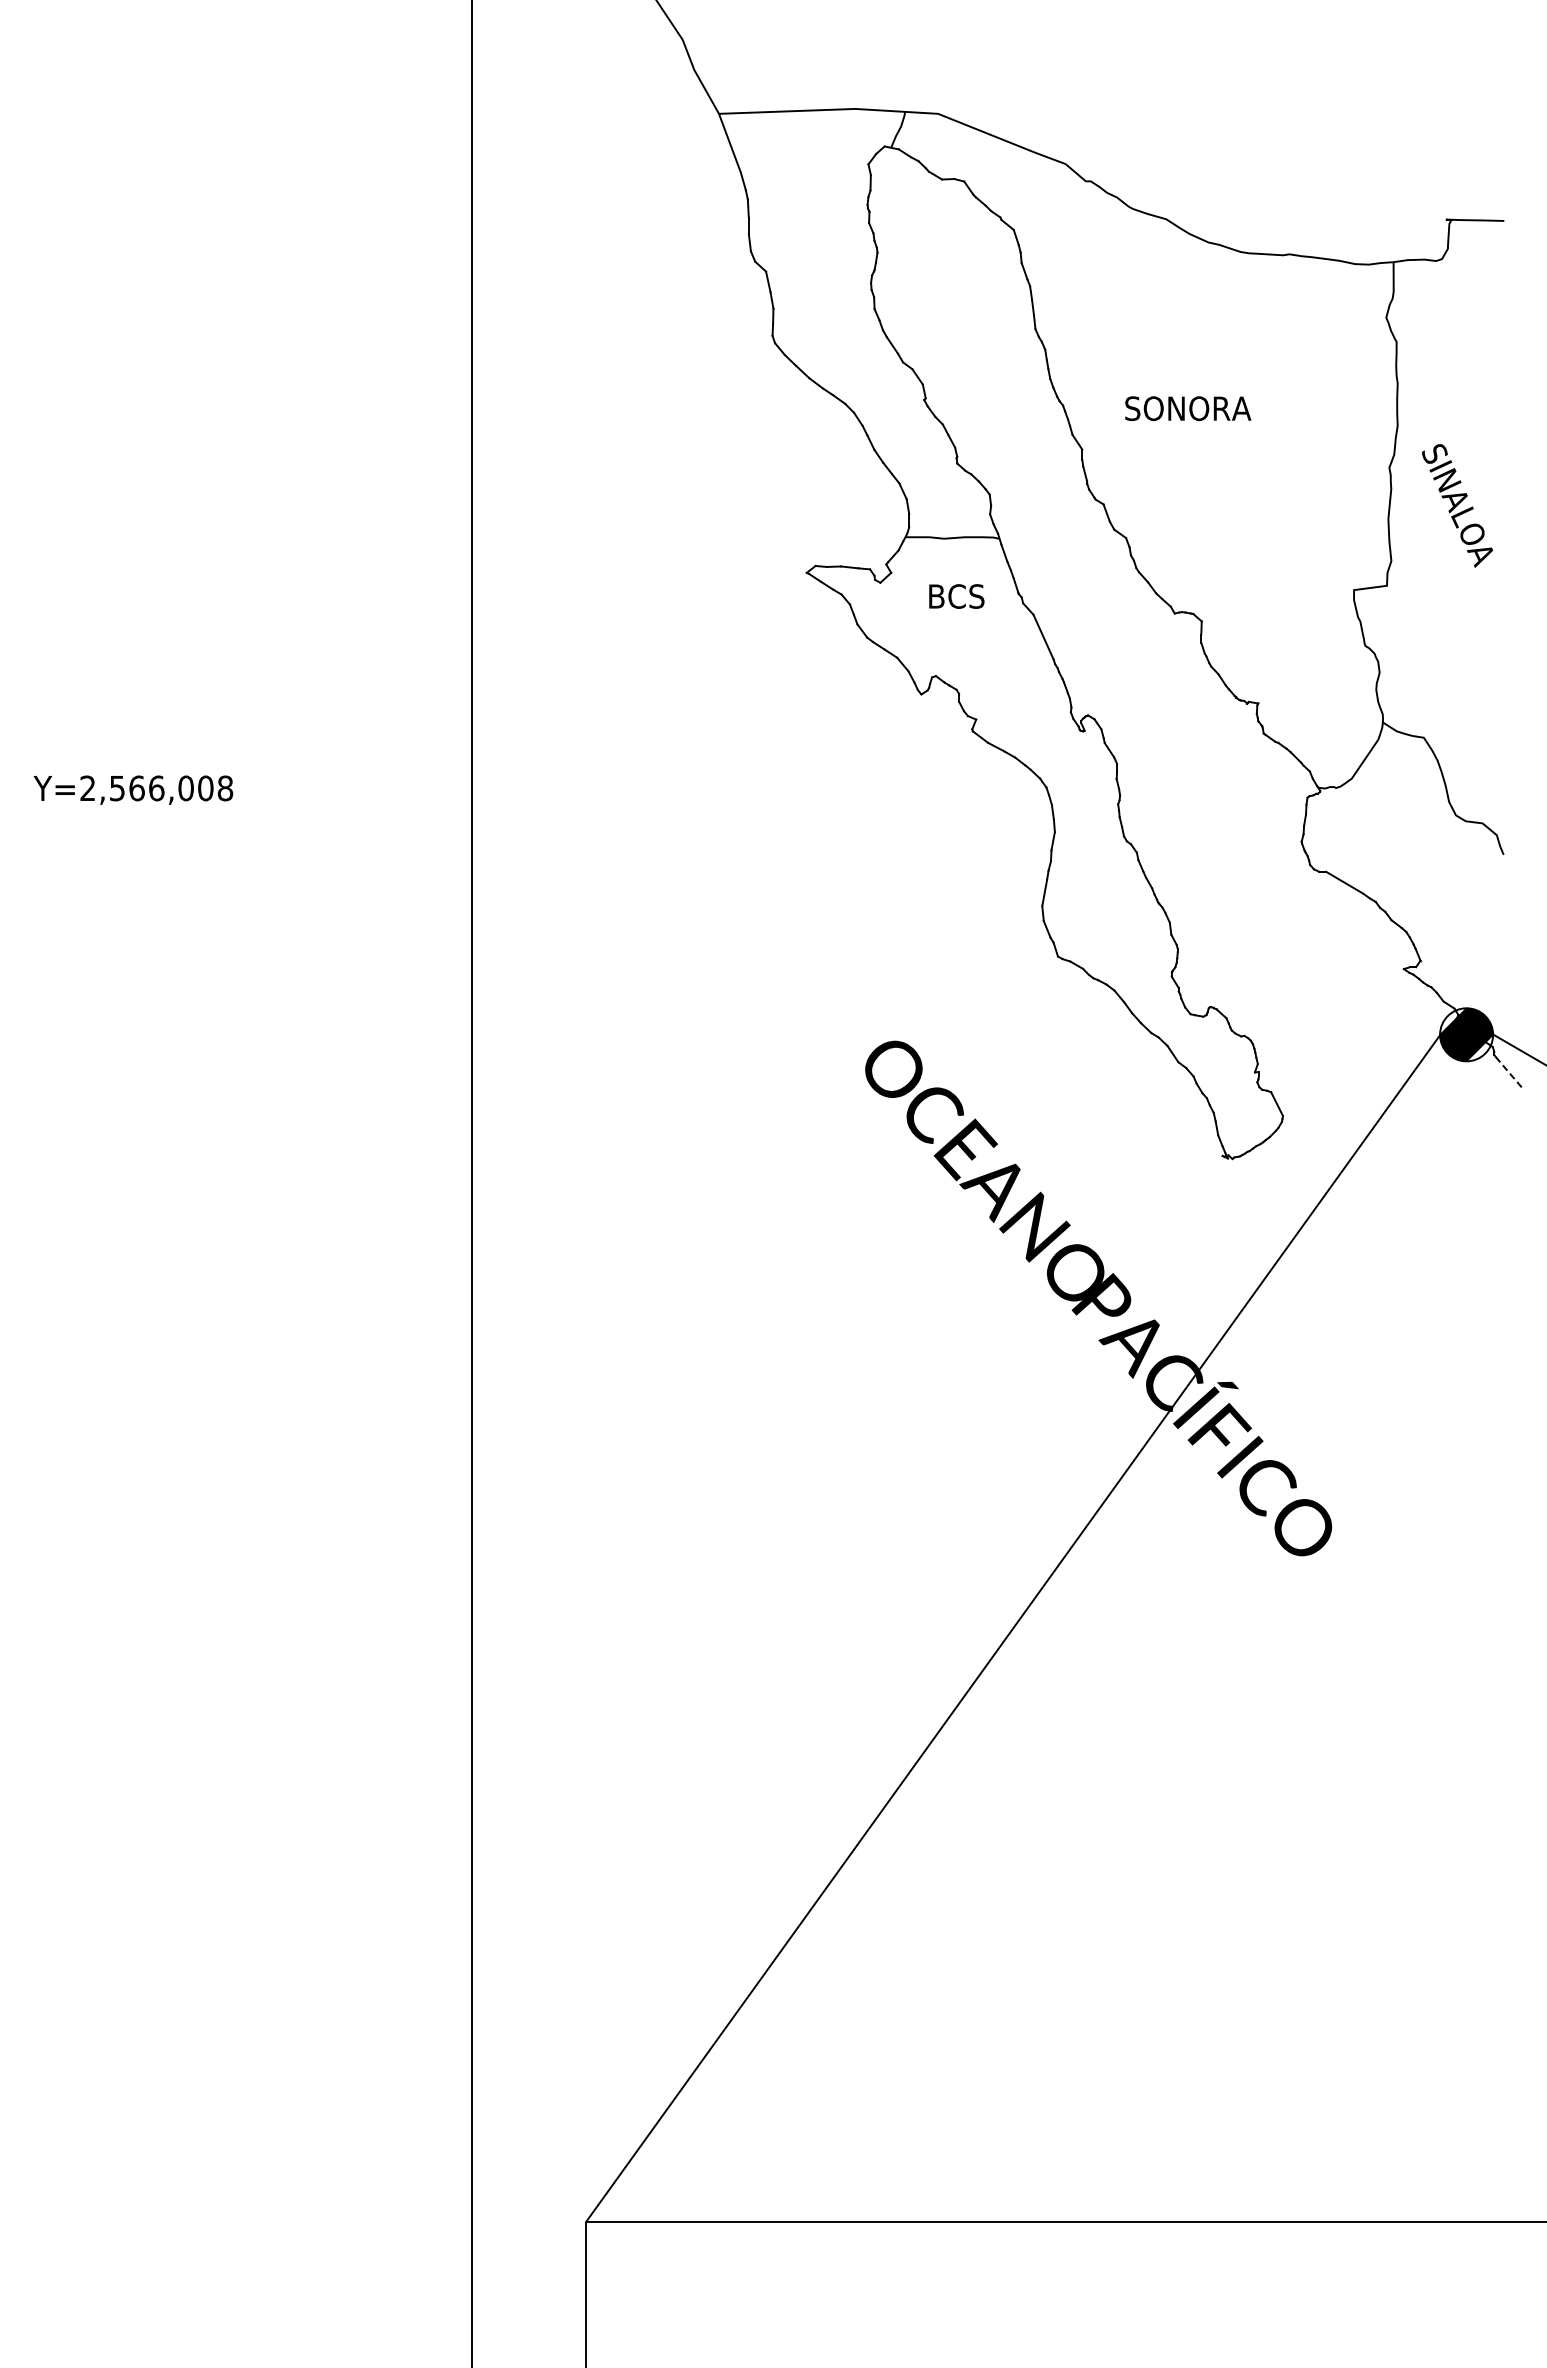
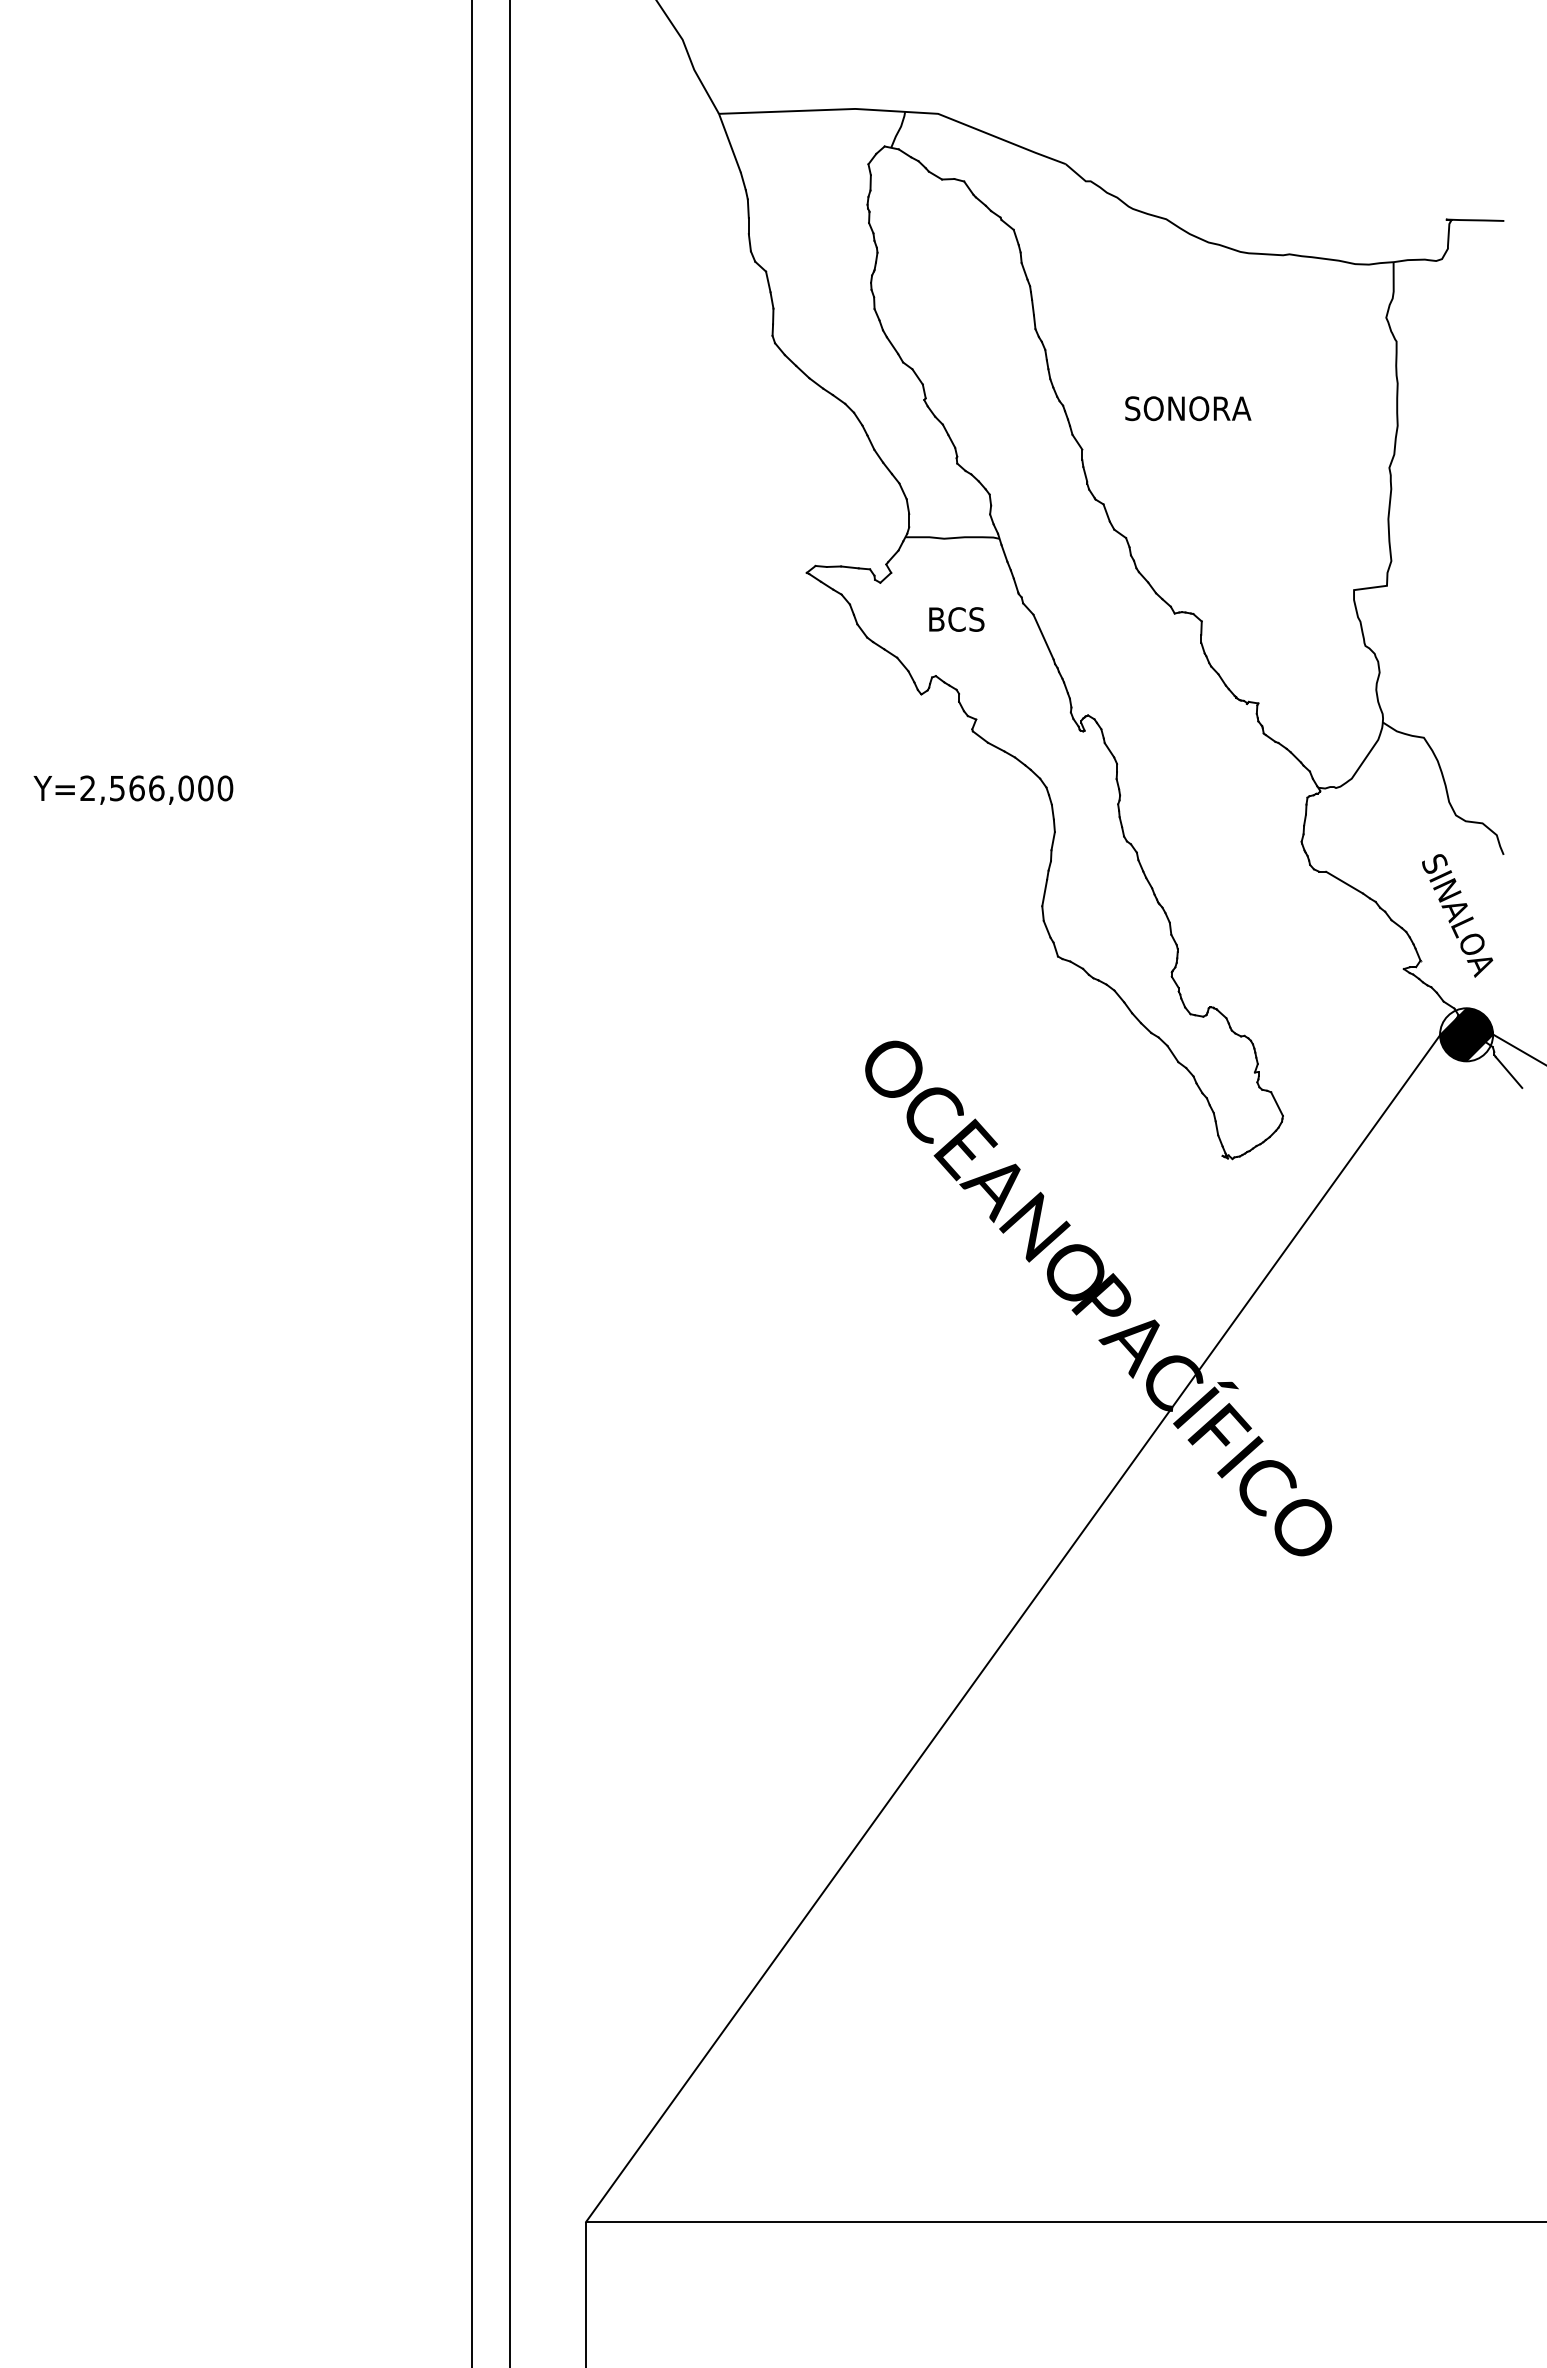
text at (1457, 505) position: (1457, 505) -> (1457, 915)
text at (956, 596) position: (956, 596) -> (956, 619)
text at (225, 788): Y=2,566,008 -> Y=2,566,000
line at (1509, 1072): dashed -> solid
line at (510, 1183): none -> present
